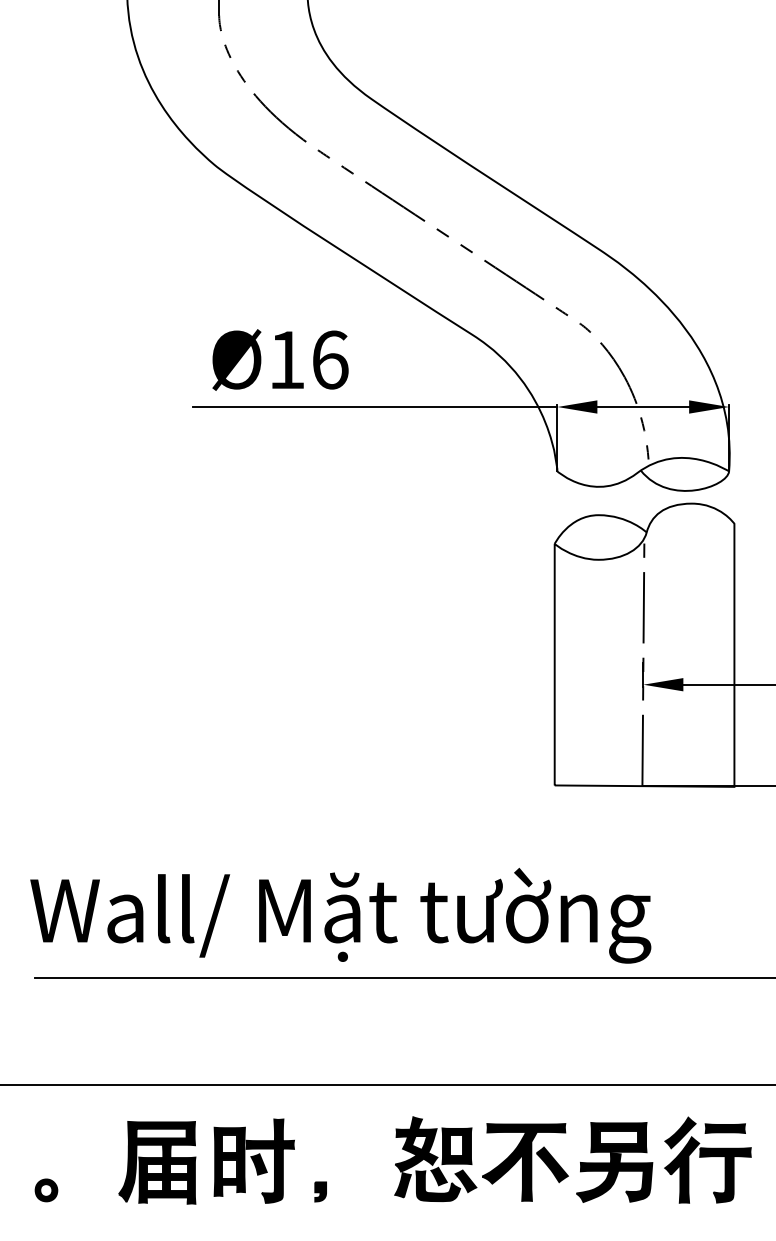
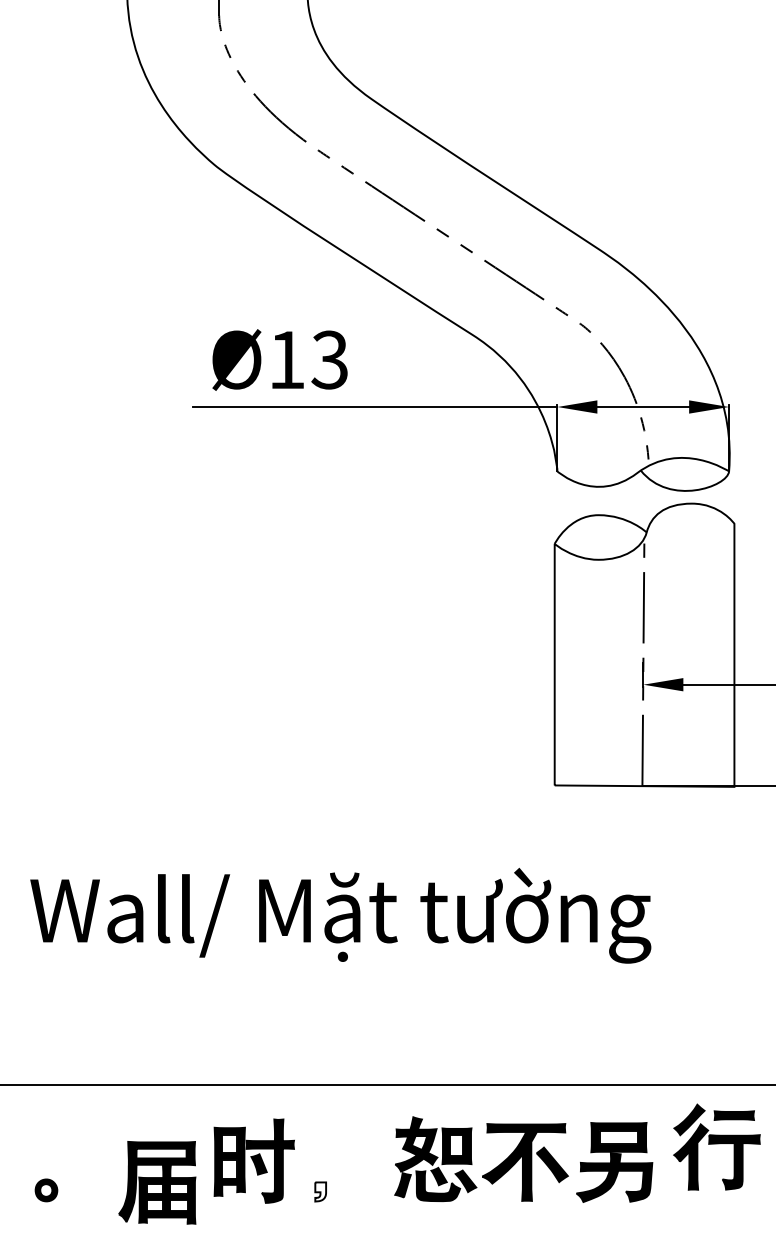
text at (329, 359): Ø16 -> Ø13
line at (403, 978): present -> none
part at (707, 1159) position: (707, 1159) -> (716, 1146)
part at (157, 1162) position: (157, 1162) -> (157, 1182)
fill at (320, 1191): present -> none
